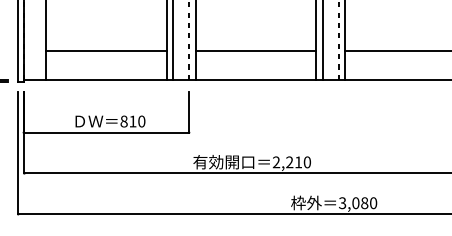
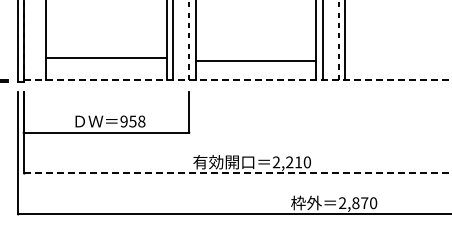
line at (106, 51) position: (106, 51) -> (106, 58)
line at (255, 51) position: (255, 51) -> (255, 61)
line at (396, 51): present -> none
line at (238, 79): solid -> dashed
text at (132, 121): 810 -> 958
line at (237, 173): solid -> dashed
text at (353, 203): 3,080 -> 2,870
